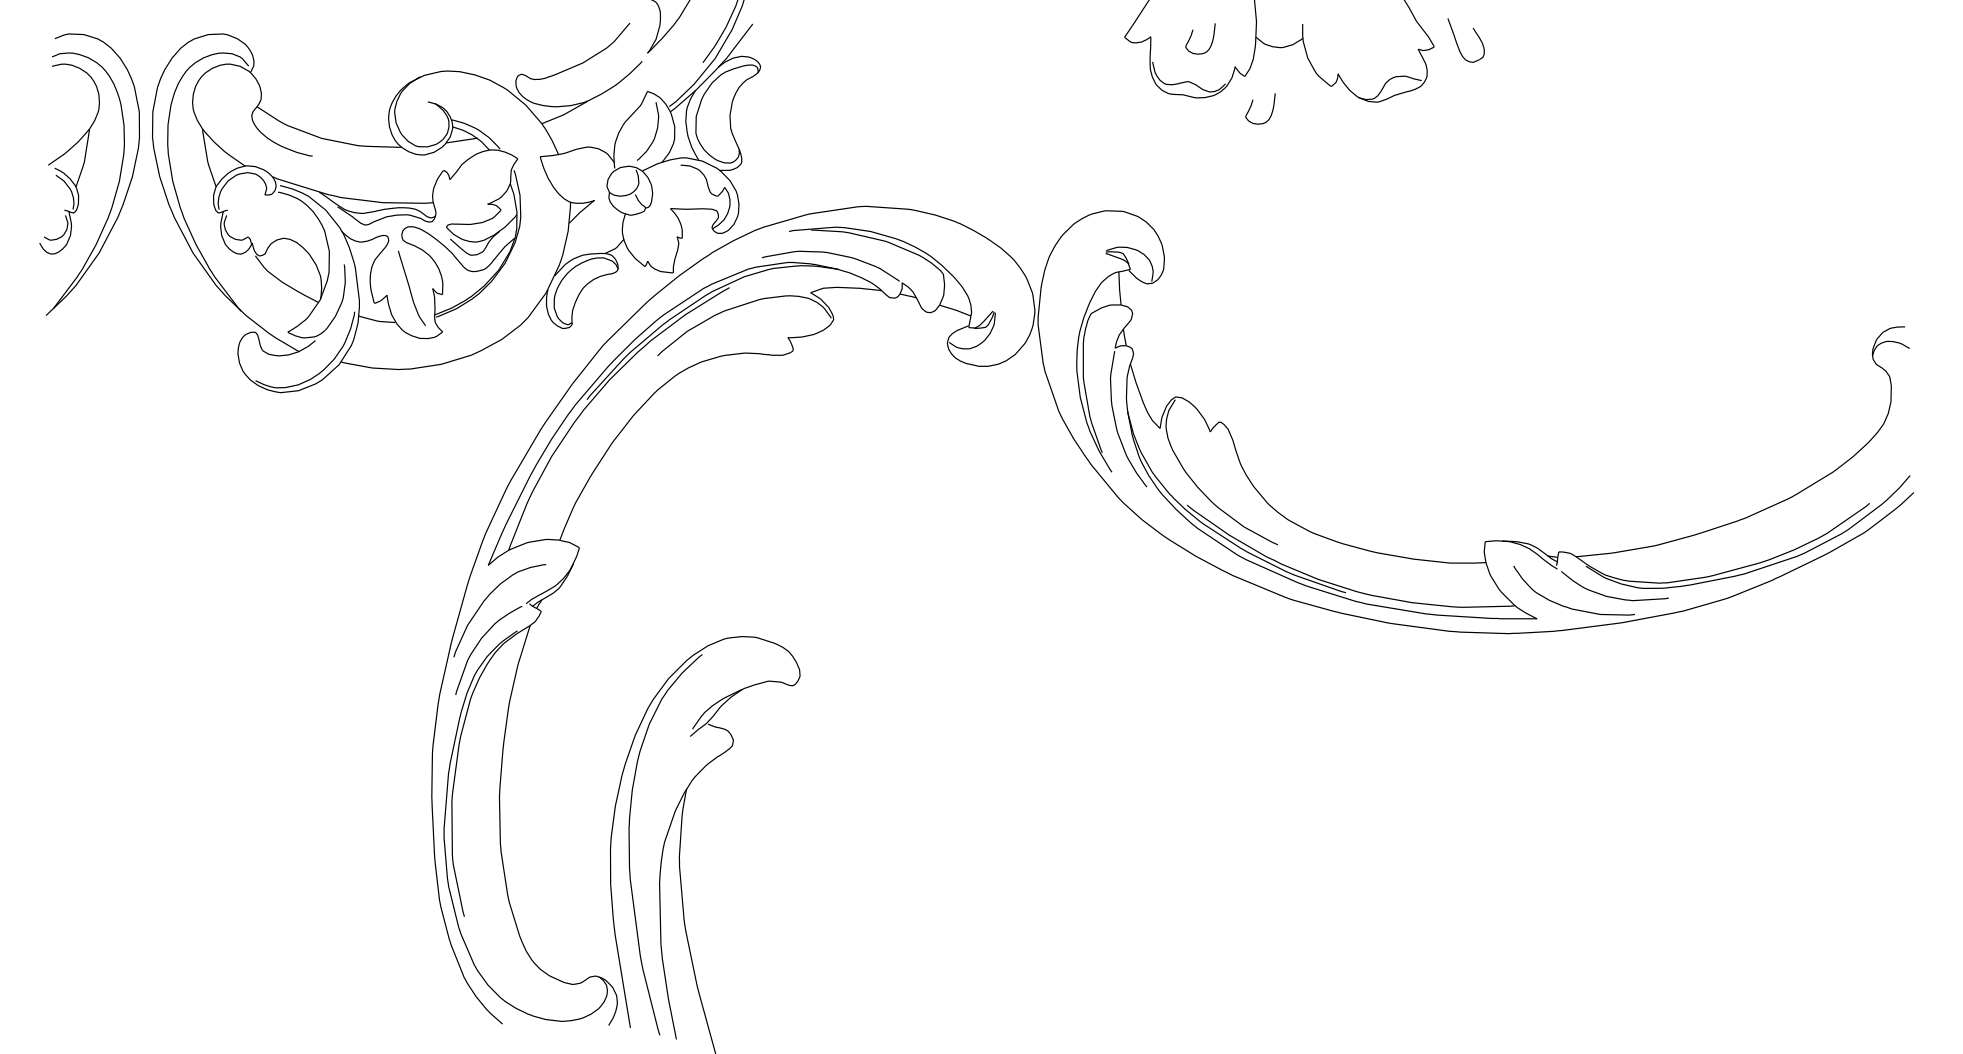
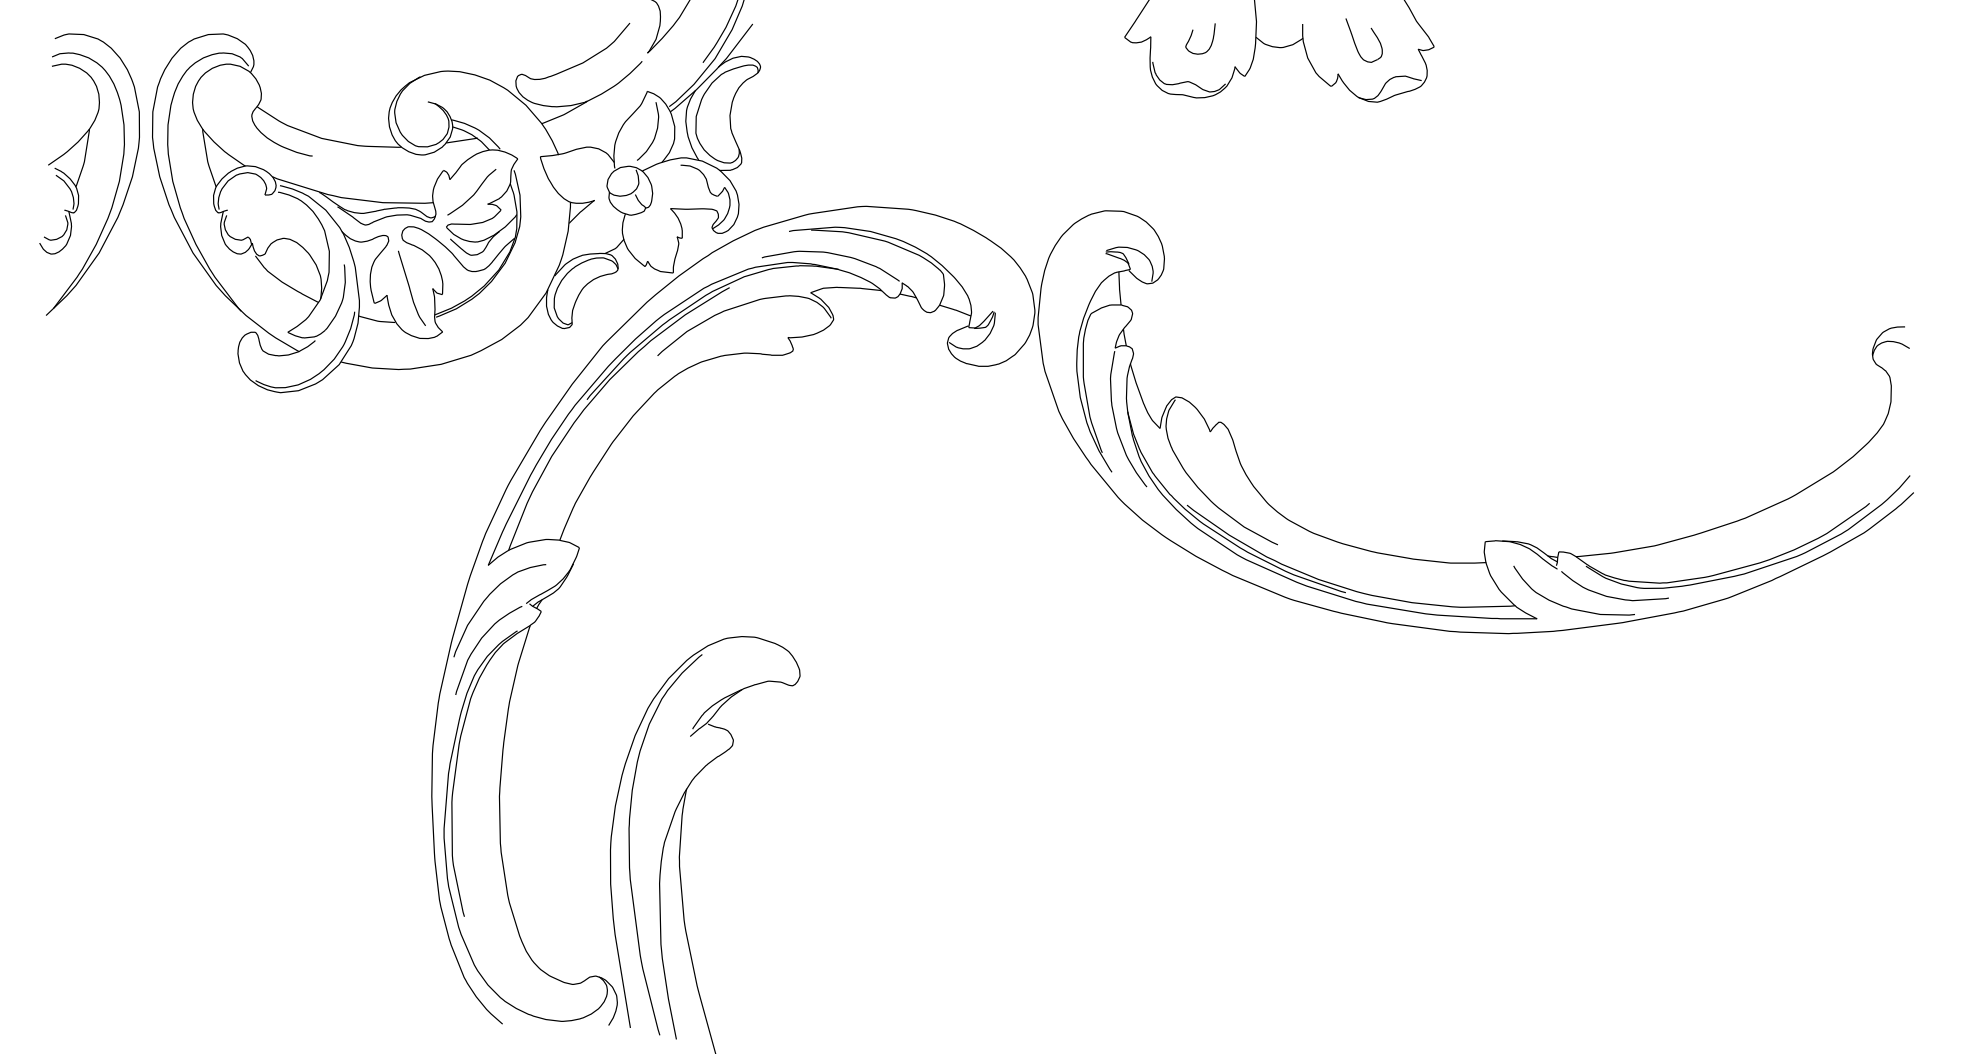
part at (1457, 43) position: (1457, 43) -> (1355, 43)
curve at (1251, 106): present -> none
curve at (473, 194): none -> present
